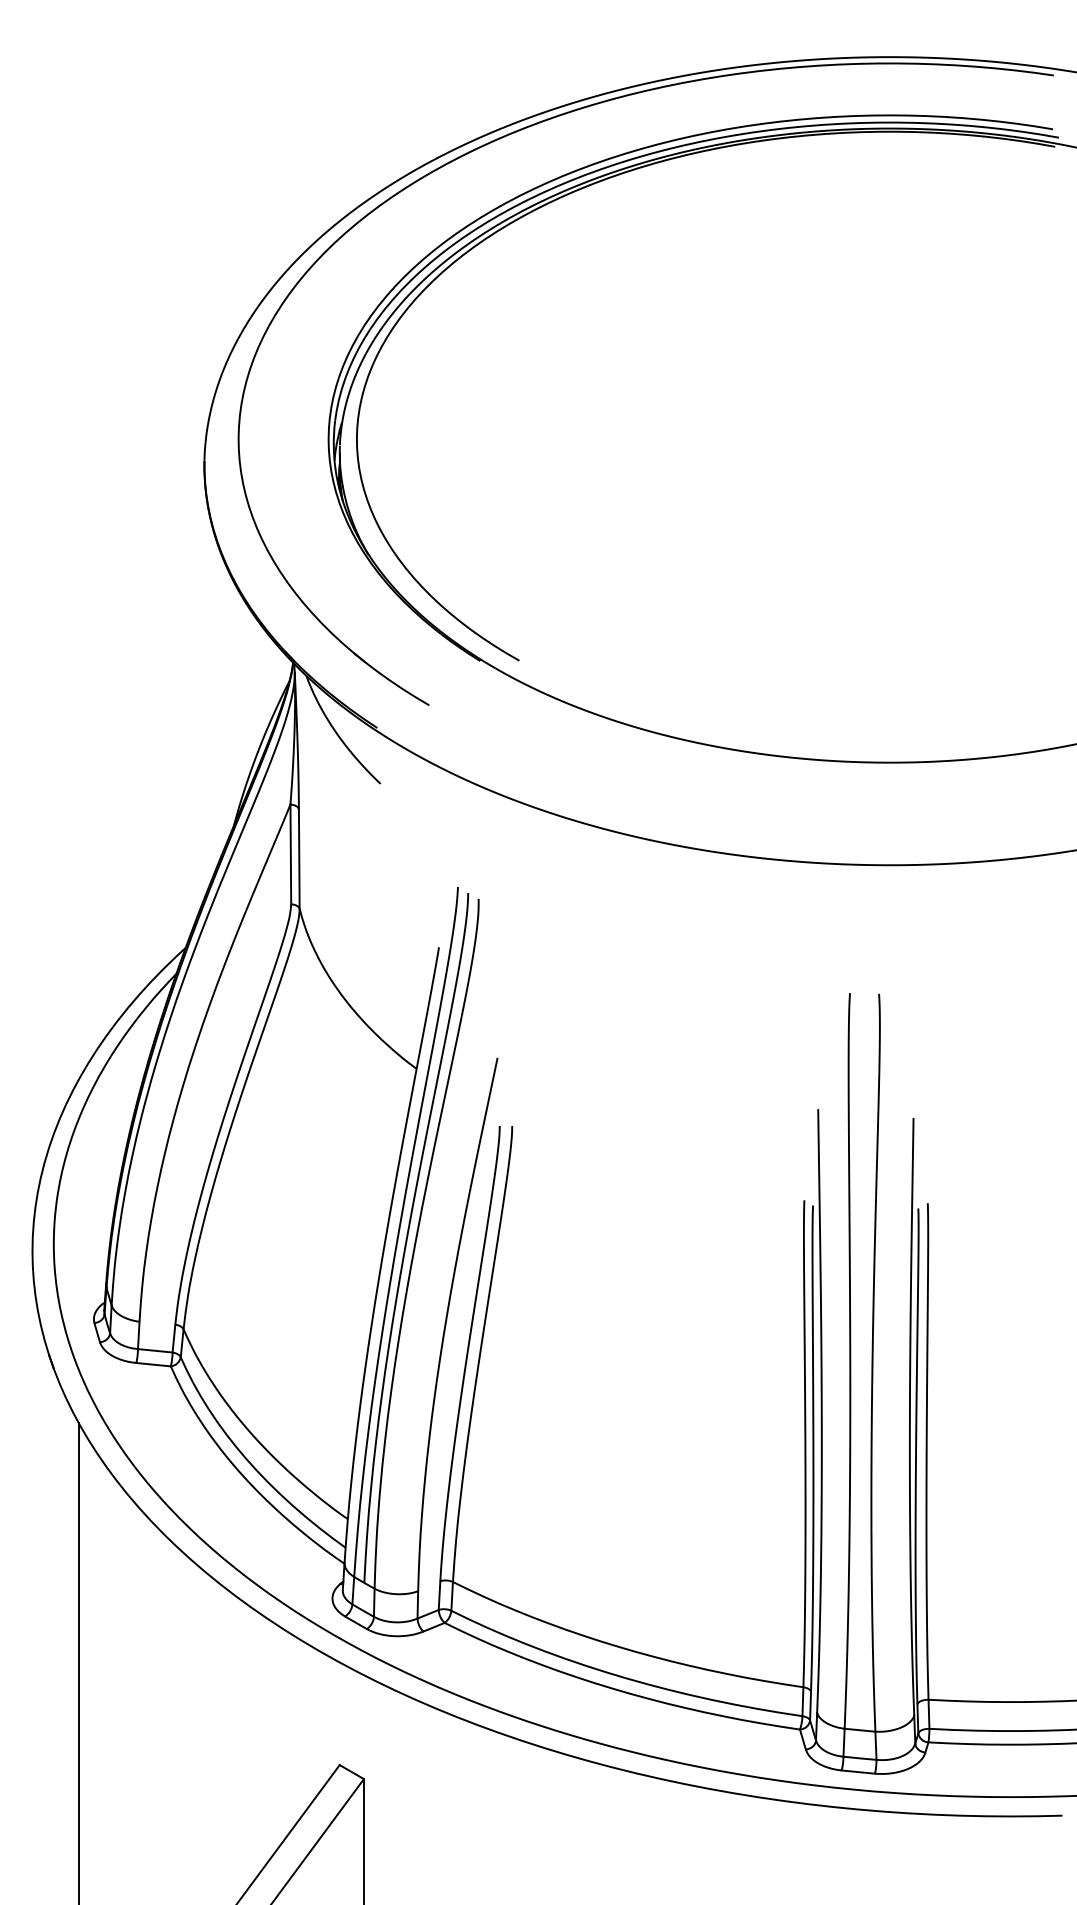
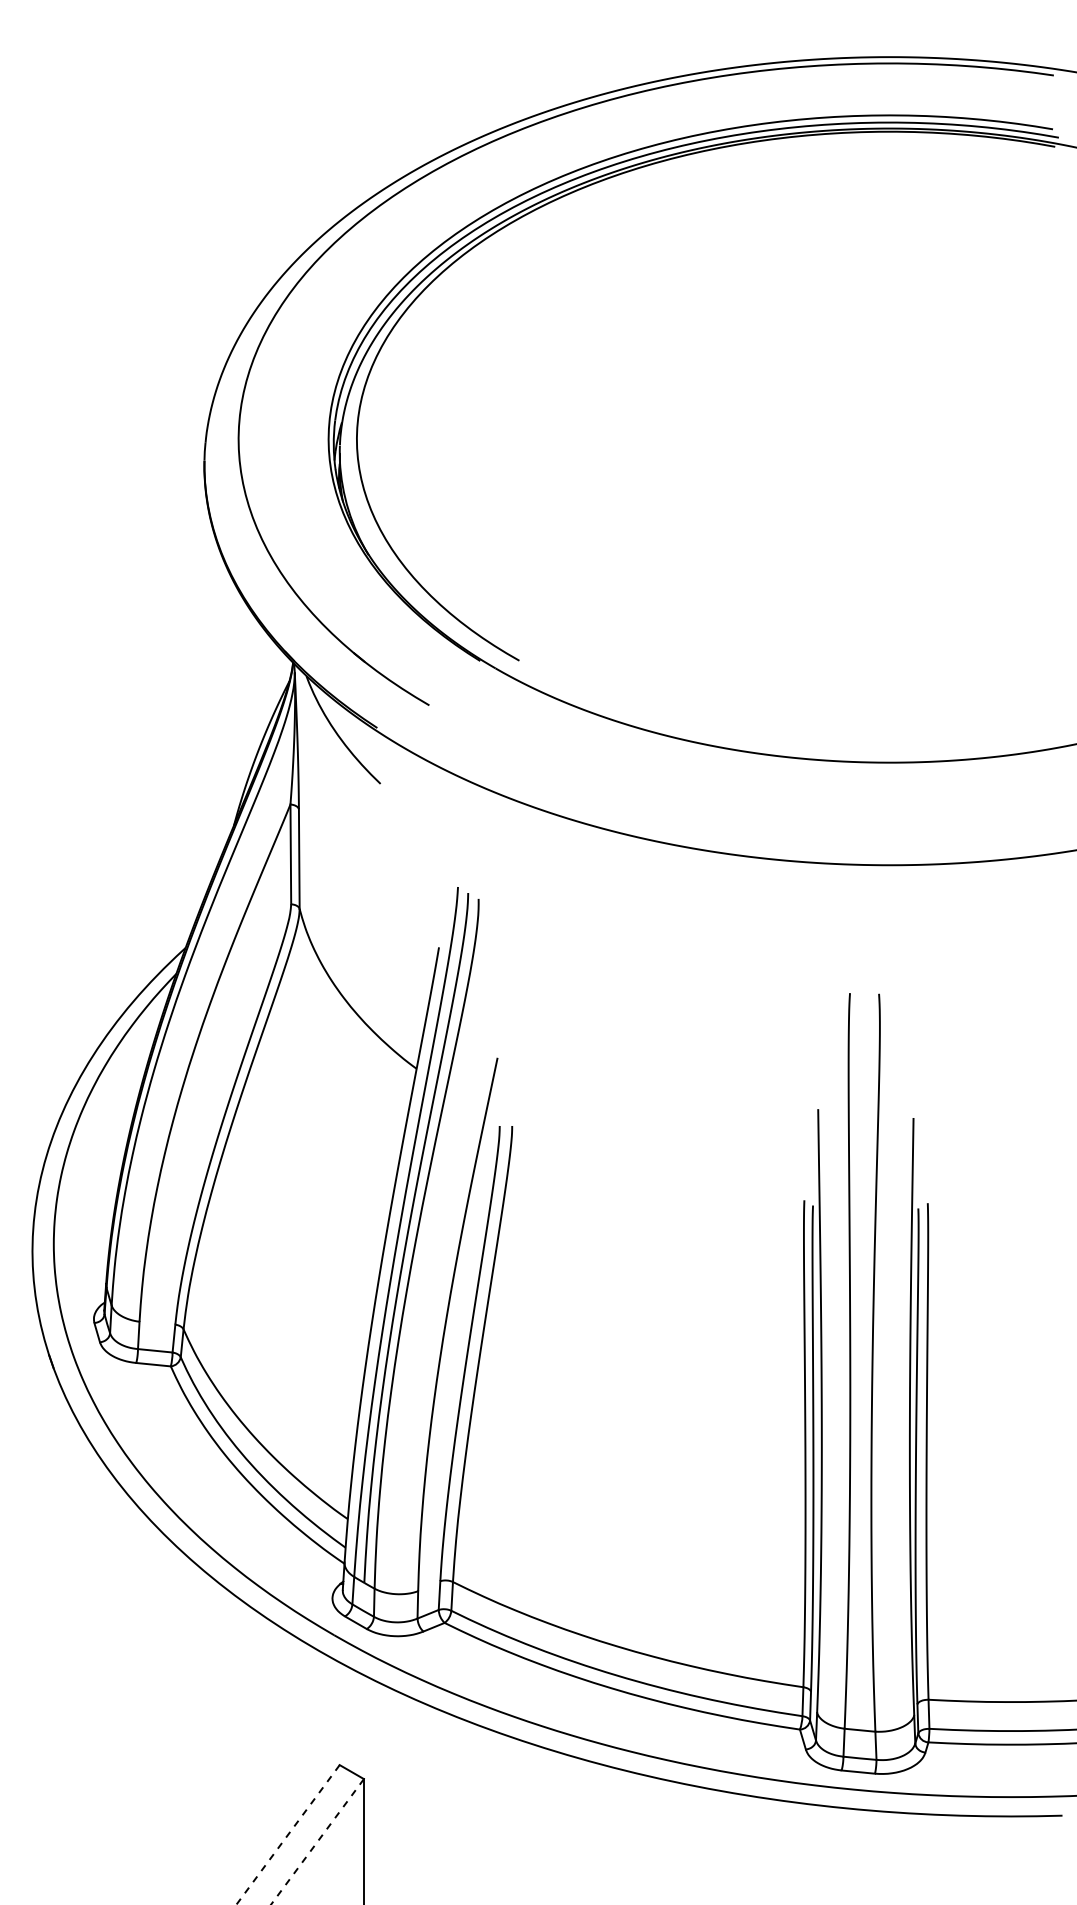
line at (78, 1661): present -> none
line at (287, 1835): solid -> dashed
line at (317, 1841): solid -> dashed
